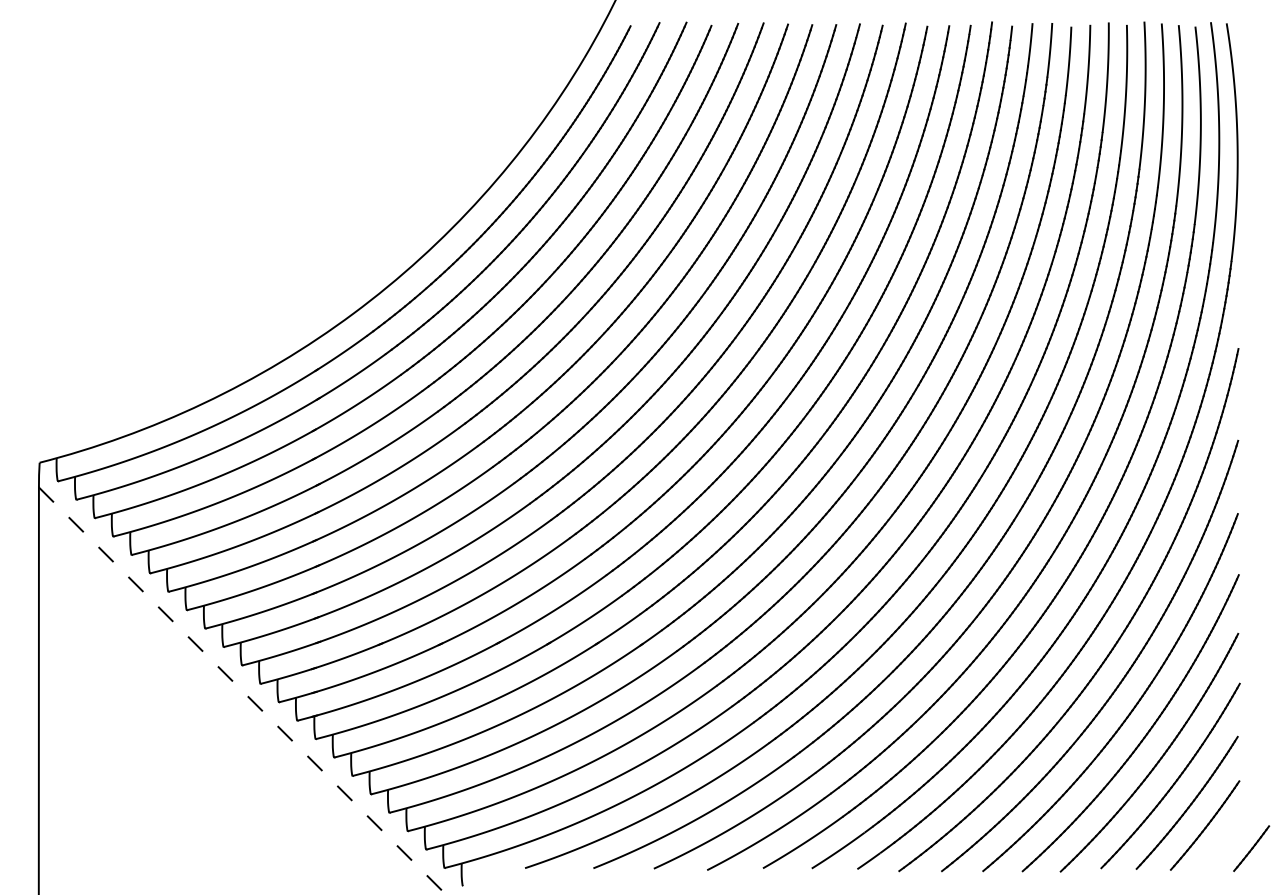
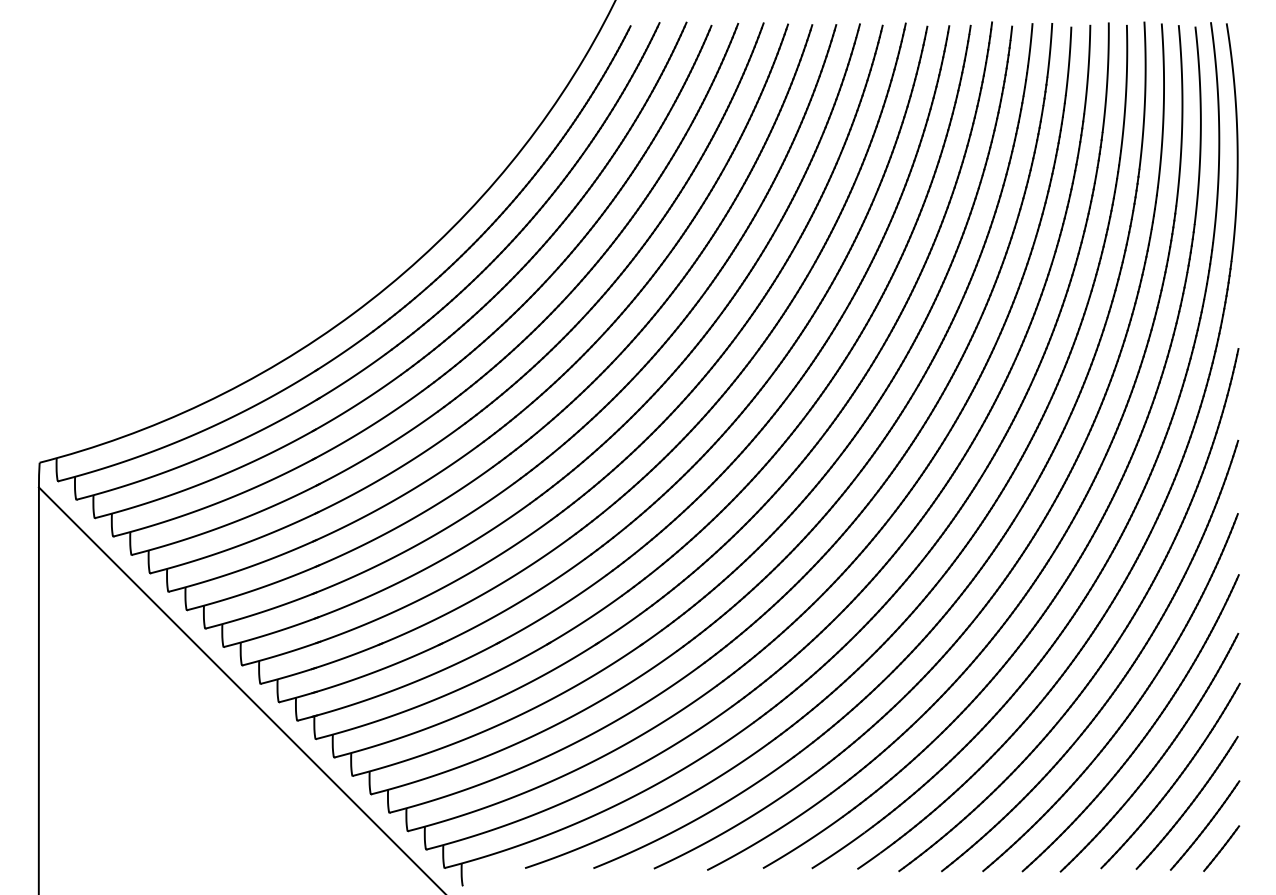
line at (242, 691): dashed -> solid
line at (1251, 848) position: (1251, 848) -> (1221, 848)
